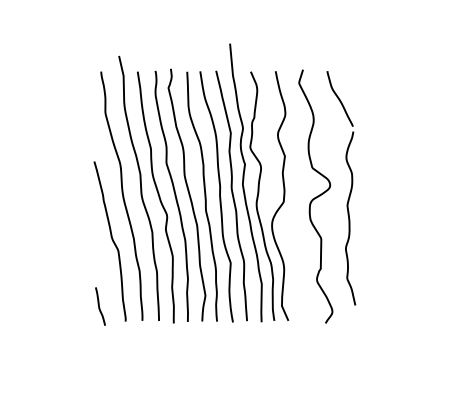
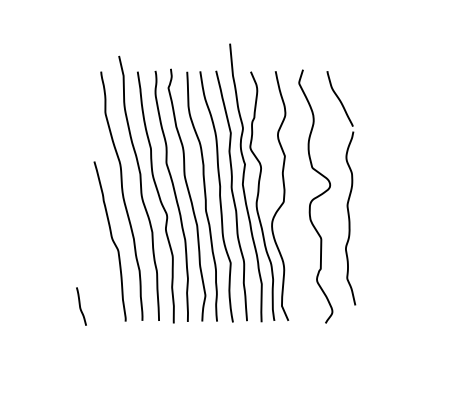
curve at (99, 306) position: (99, 306) -> (80, 306)
